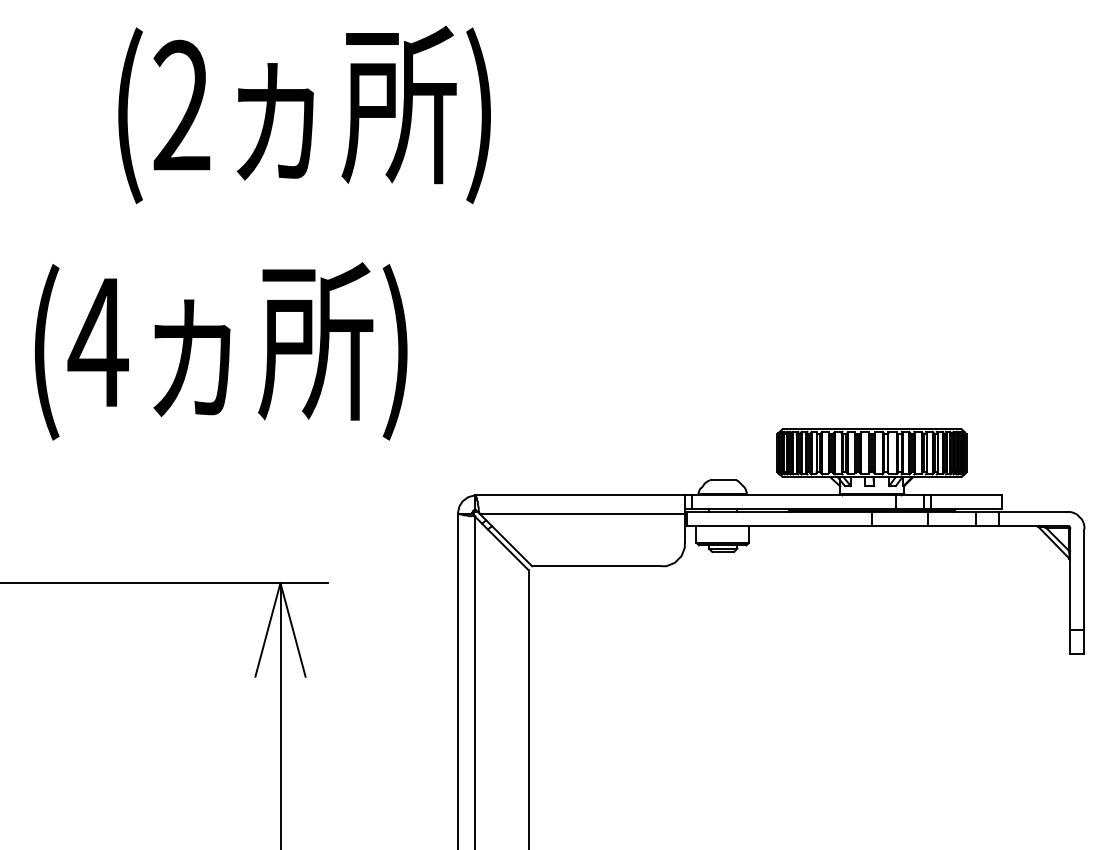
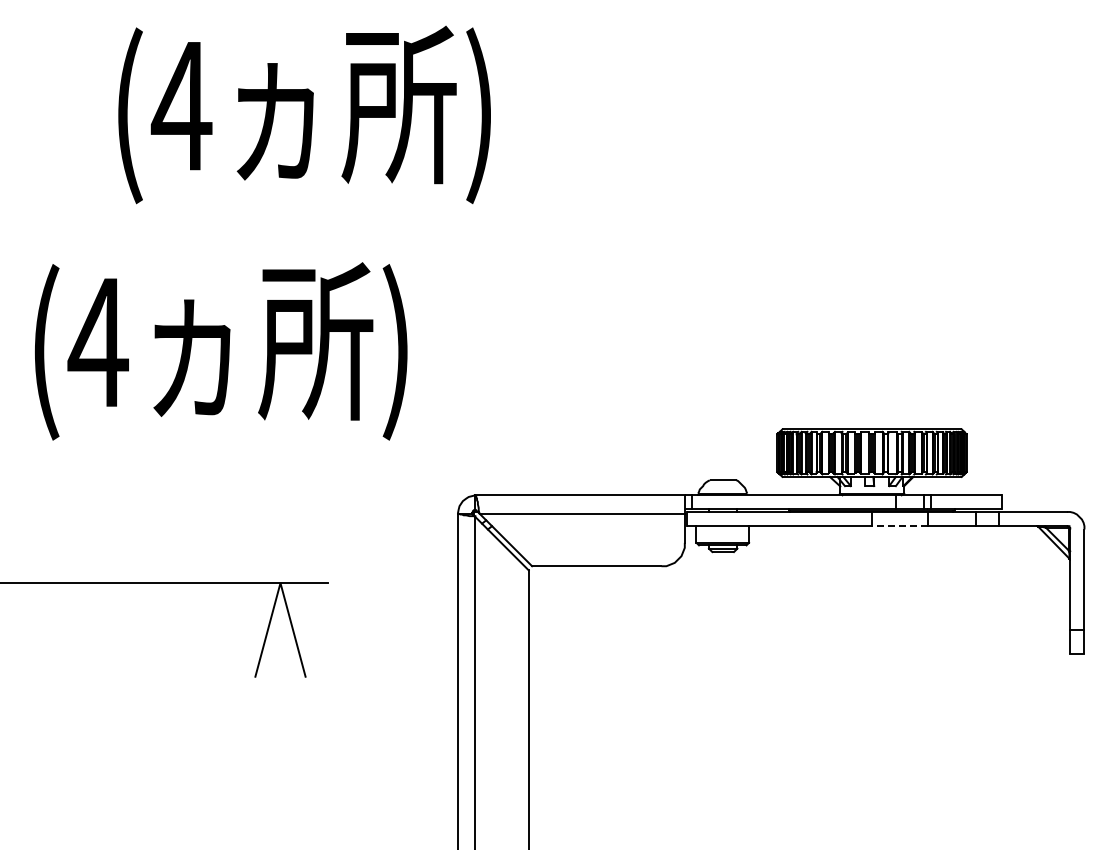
text at (181, 104): (2 -> (4
line at (899, 526): solid -> dashed
line at (280, 714): present -> none
